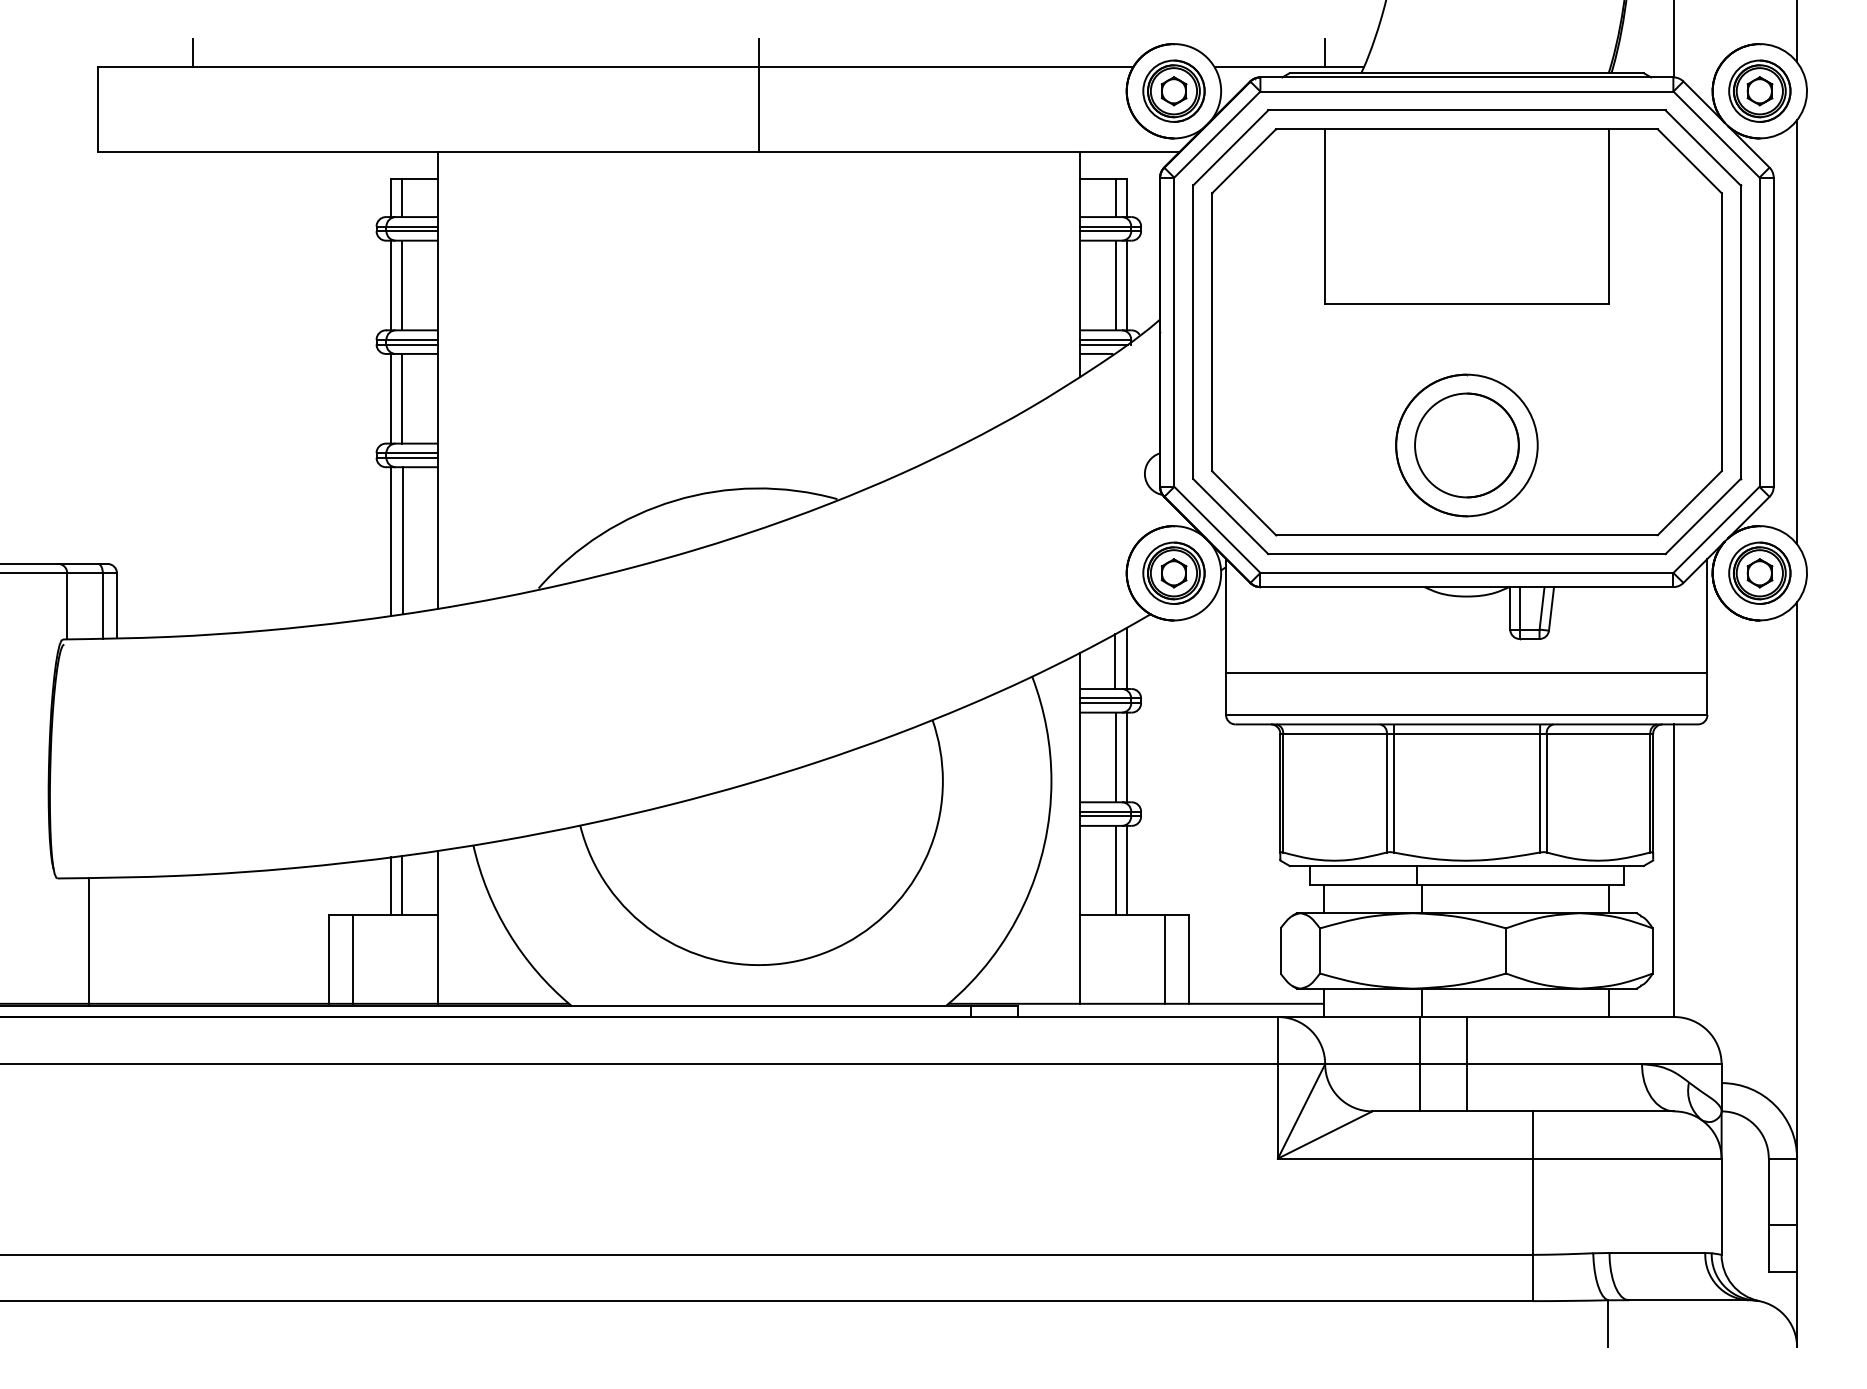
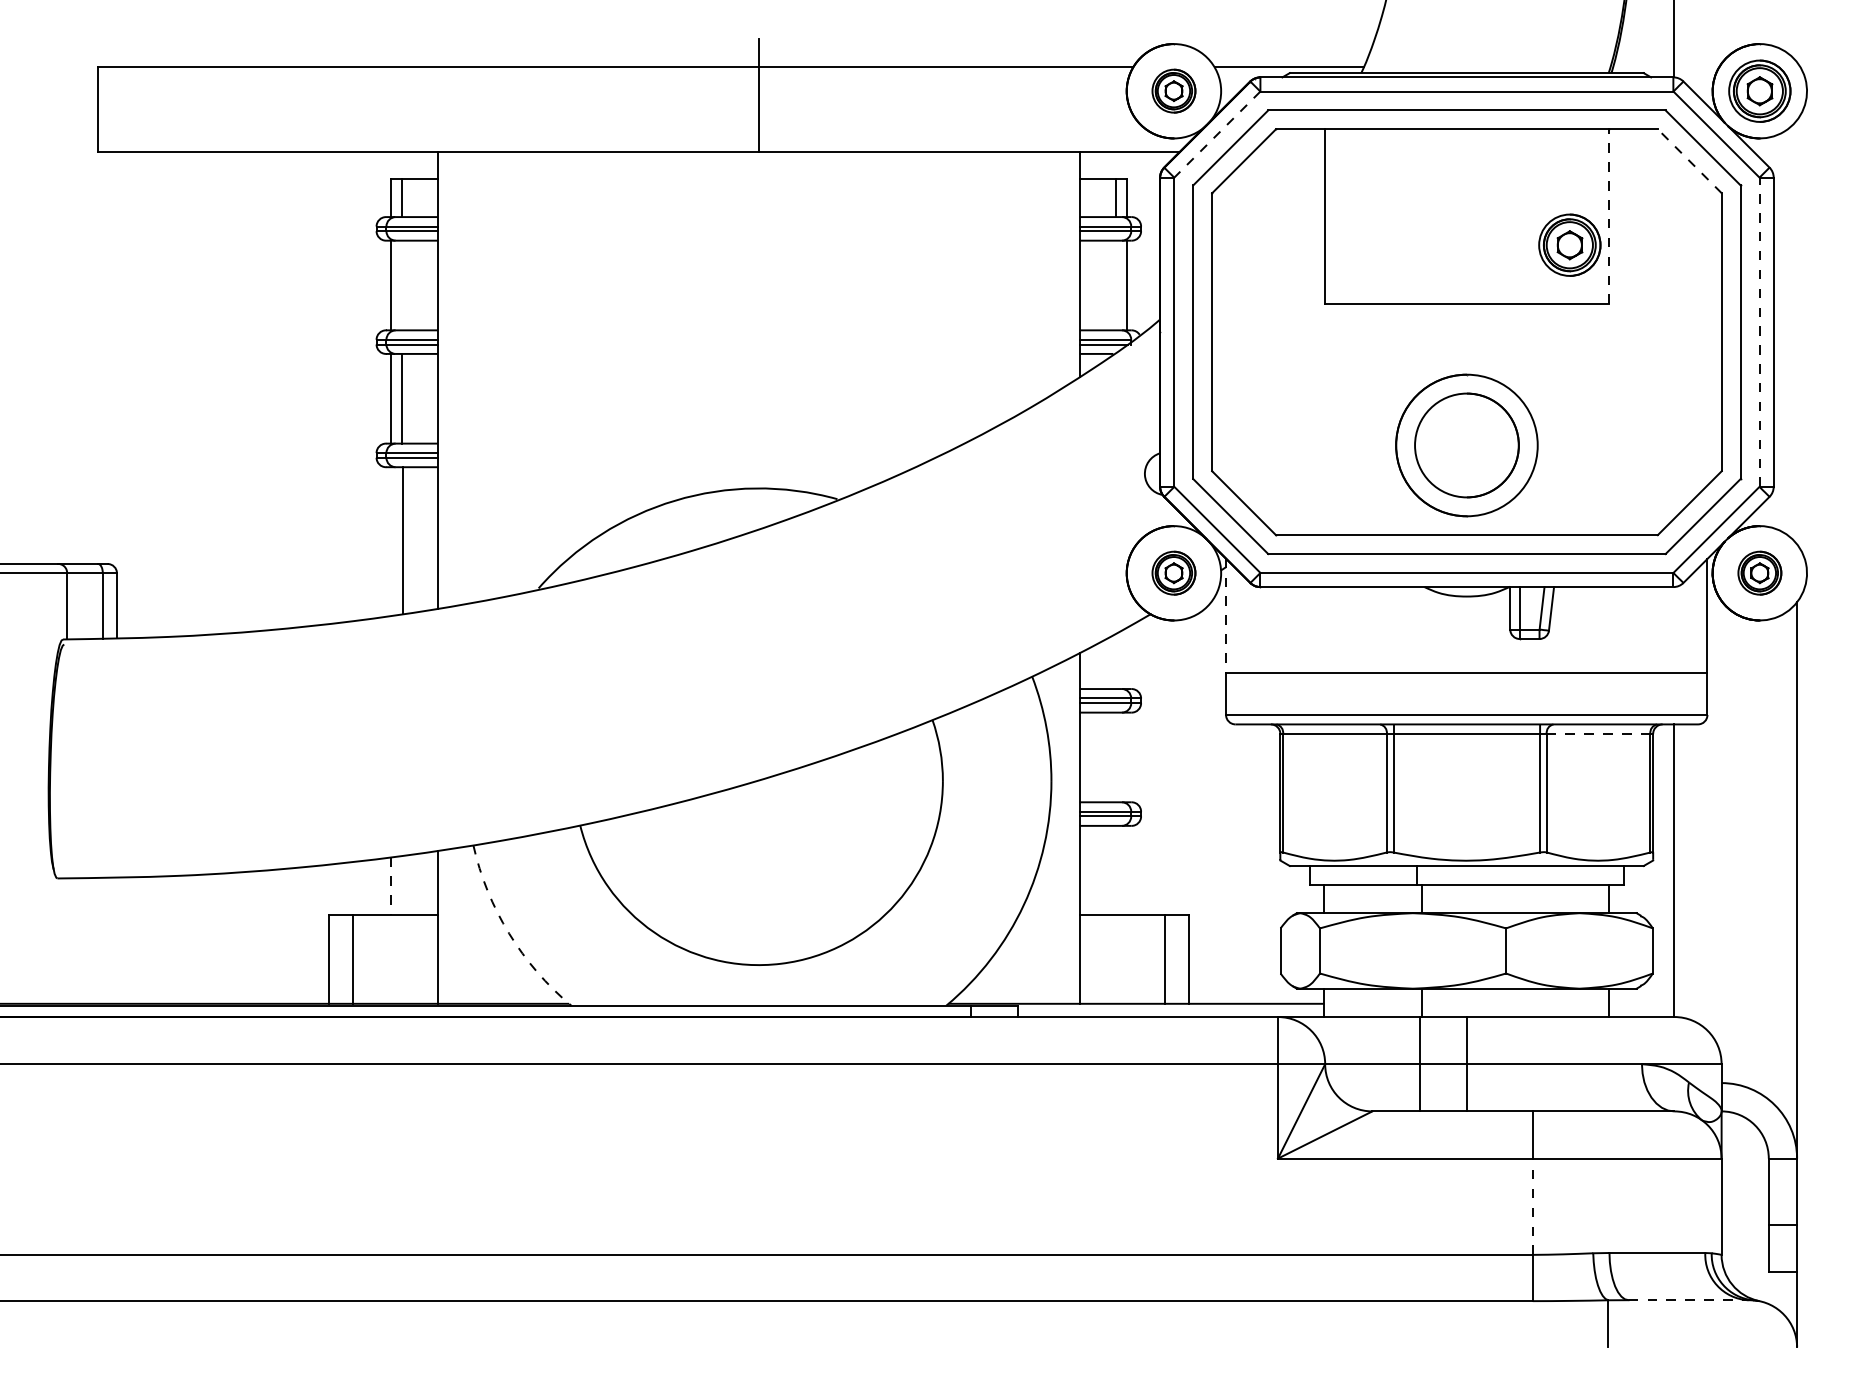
line at (1797, 32): present -> none
line at (192, 53): present -> none
line at (1325, 53): present -> none
part at (1173, 90) size: 64x64 px -> 46x46 px
line at (1217, 134): solid -> dashed
line at (1689, 160): solid -> dashed
line at (1608, 216): solid -> dashed
part at (1569, 244): none -> present
line at (401, 285): present -> none
line at (1115, 285): present -> none
line at (1759, 332): solid -> dashed
line at (1797, 332): present -> none
line at (390, 541): present -> none
part at (1173, 572) size: 64x64 px -> 46x46 px
part at (1759, 572) size: 64x64 px -> 46x46 px
line at (1226, 615): solid -> dashed
line at (1126, 658): present -> none
line at (1115, 661): present -> none
line at (1598, 733): solid -> dashed
line at (1115, 757): present -> none
line at (1126, 757): present -> none
line at (1115, 870): present -> none
line at (1126, 870): present -> none
line at (401, 885): present -> none
line at (390, 886): solid -> dashed
arc at (509, 933): solid -> dashed
line at (88, 941): present -> none
line at (1532, 1206): solid -> dashed
line at (1688, 1300): solid -> dashed
